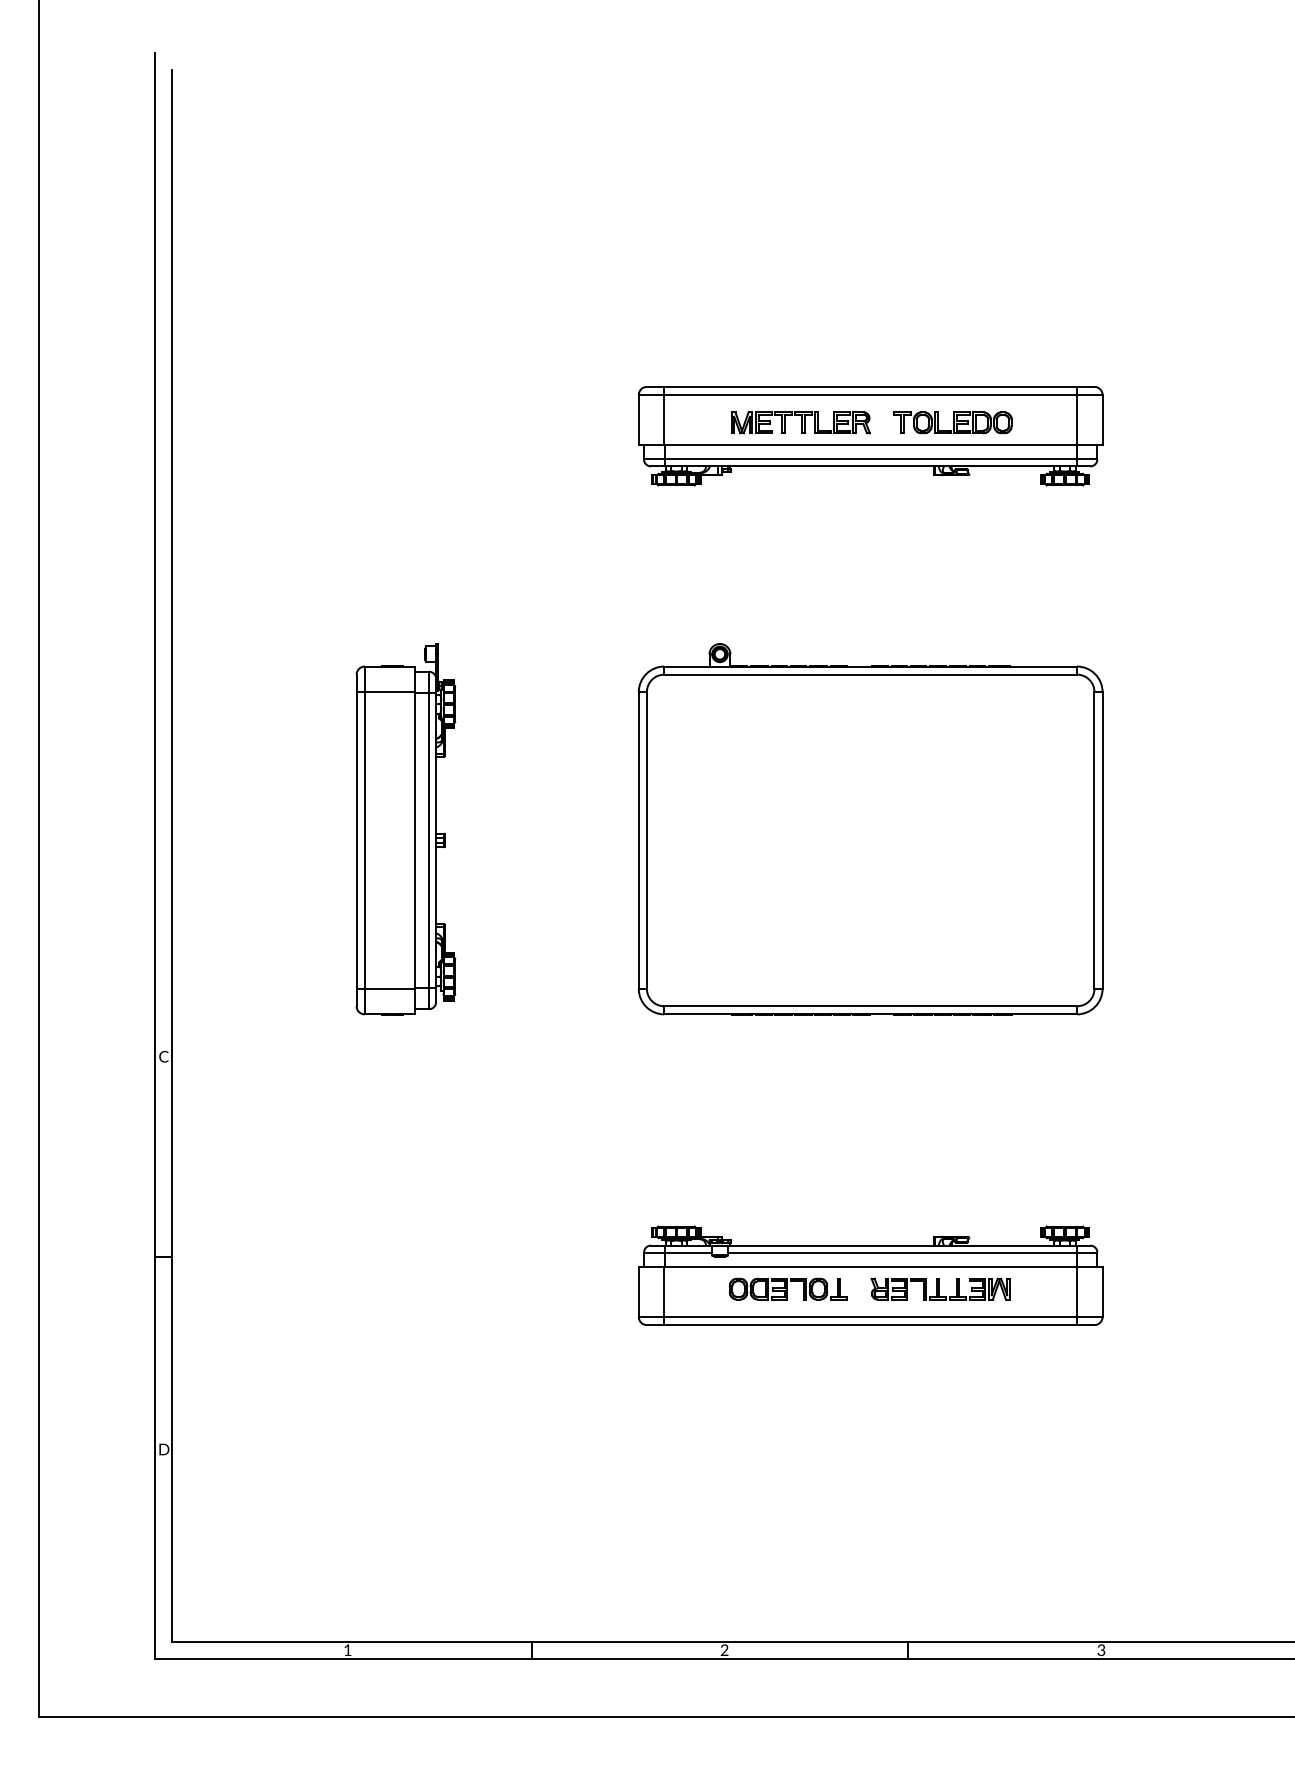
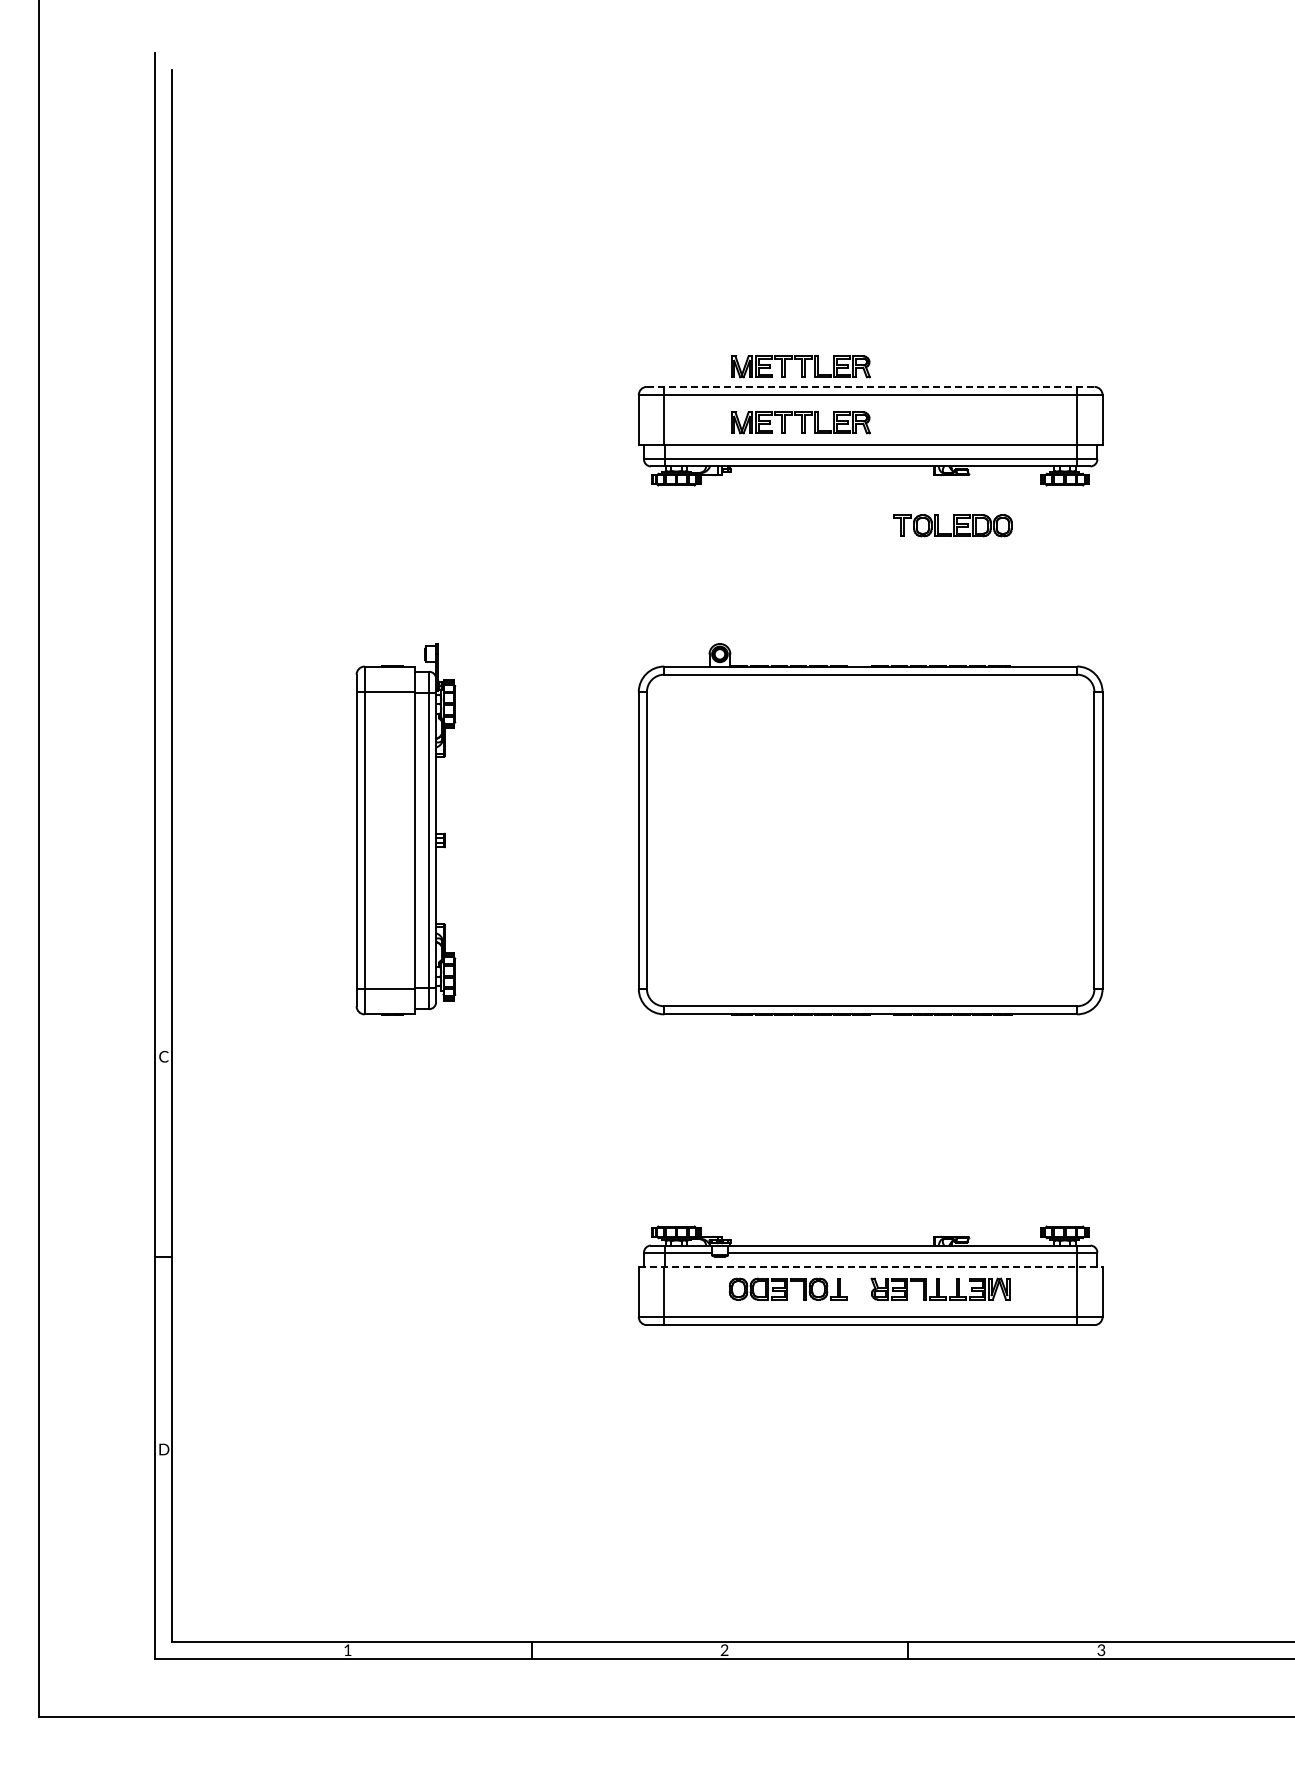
part at (800, 366): none -> present
line at (870, 386): solid -> dashed
part at (952, 422) position: (952, 422) -> (952, 525)
line at (870, 1267): solid -> dashed
